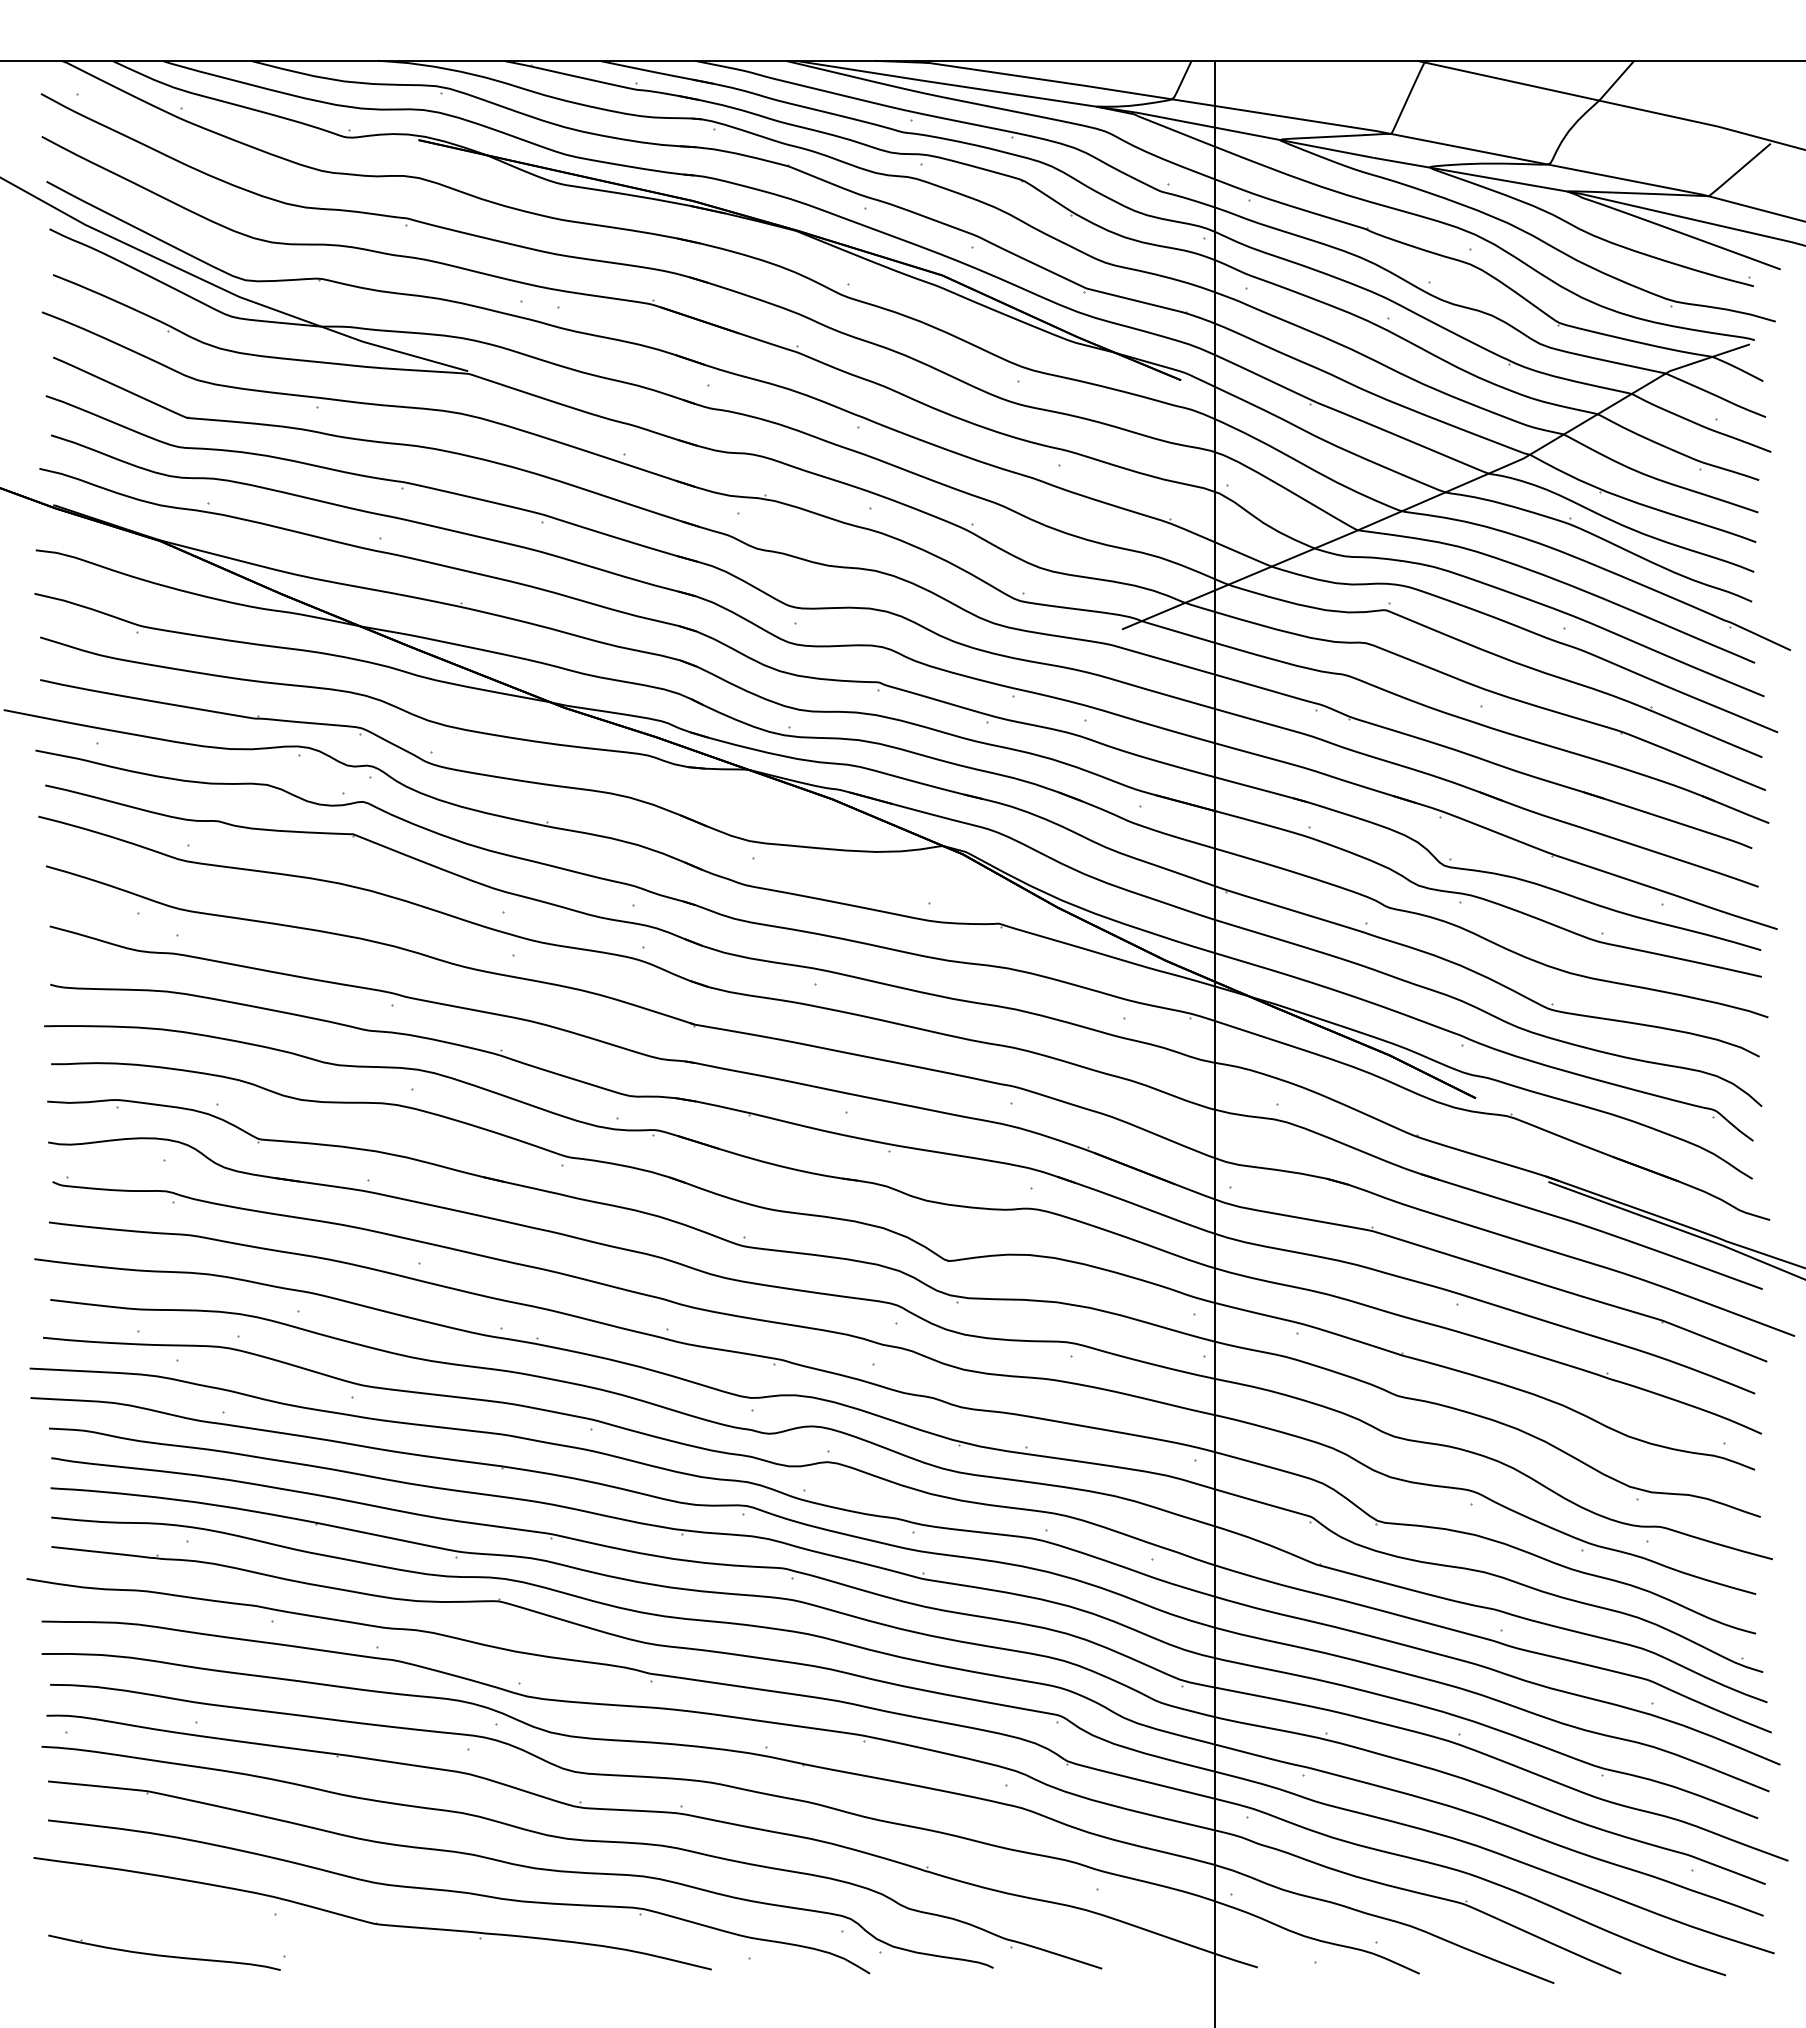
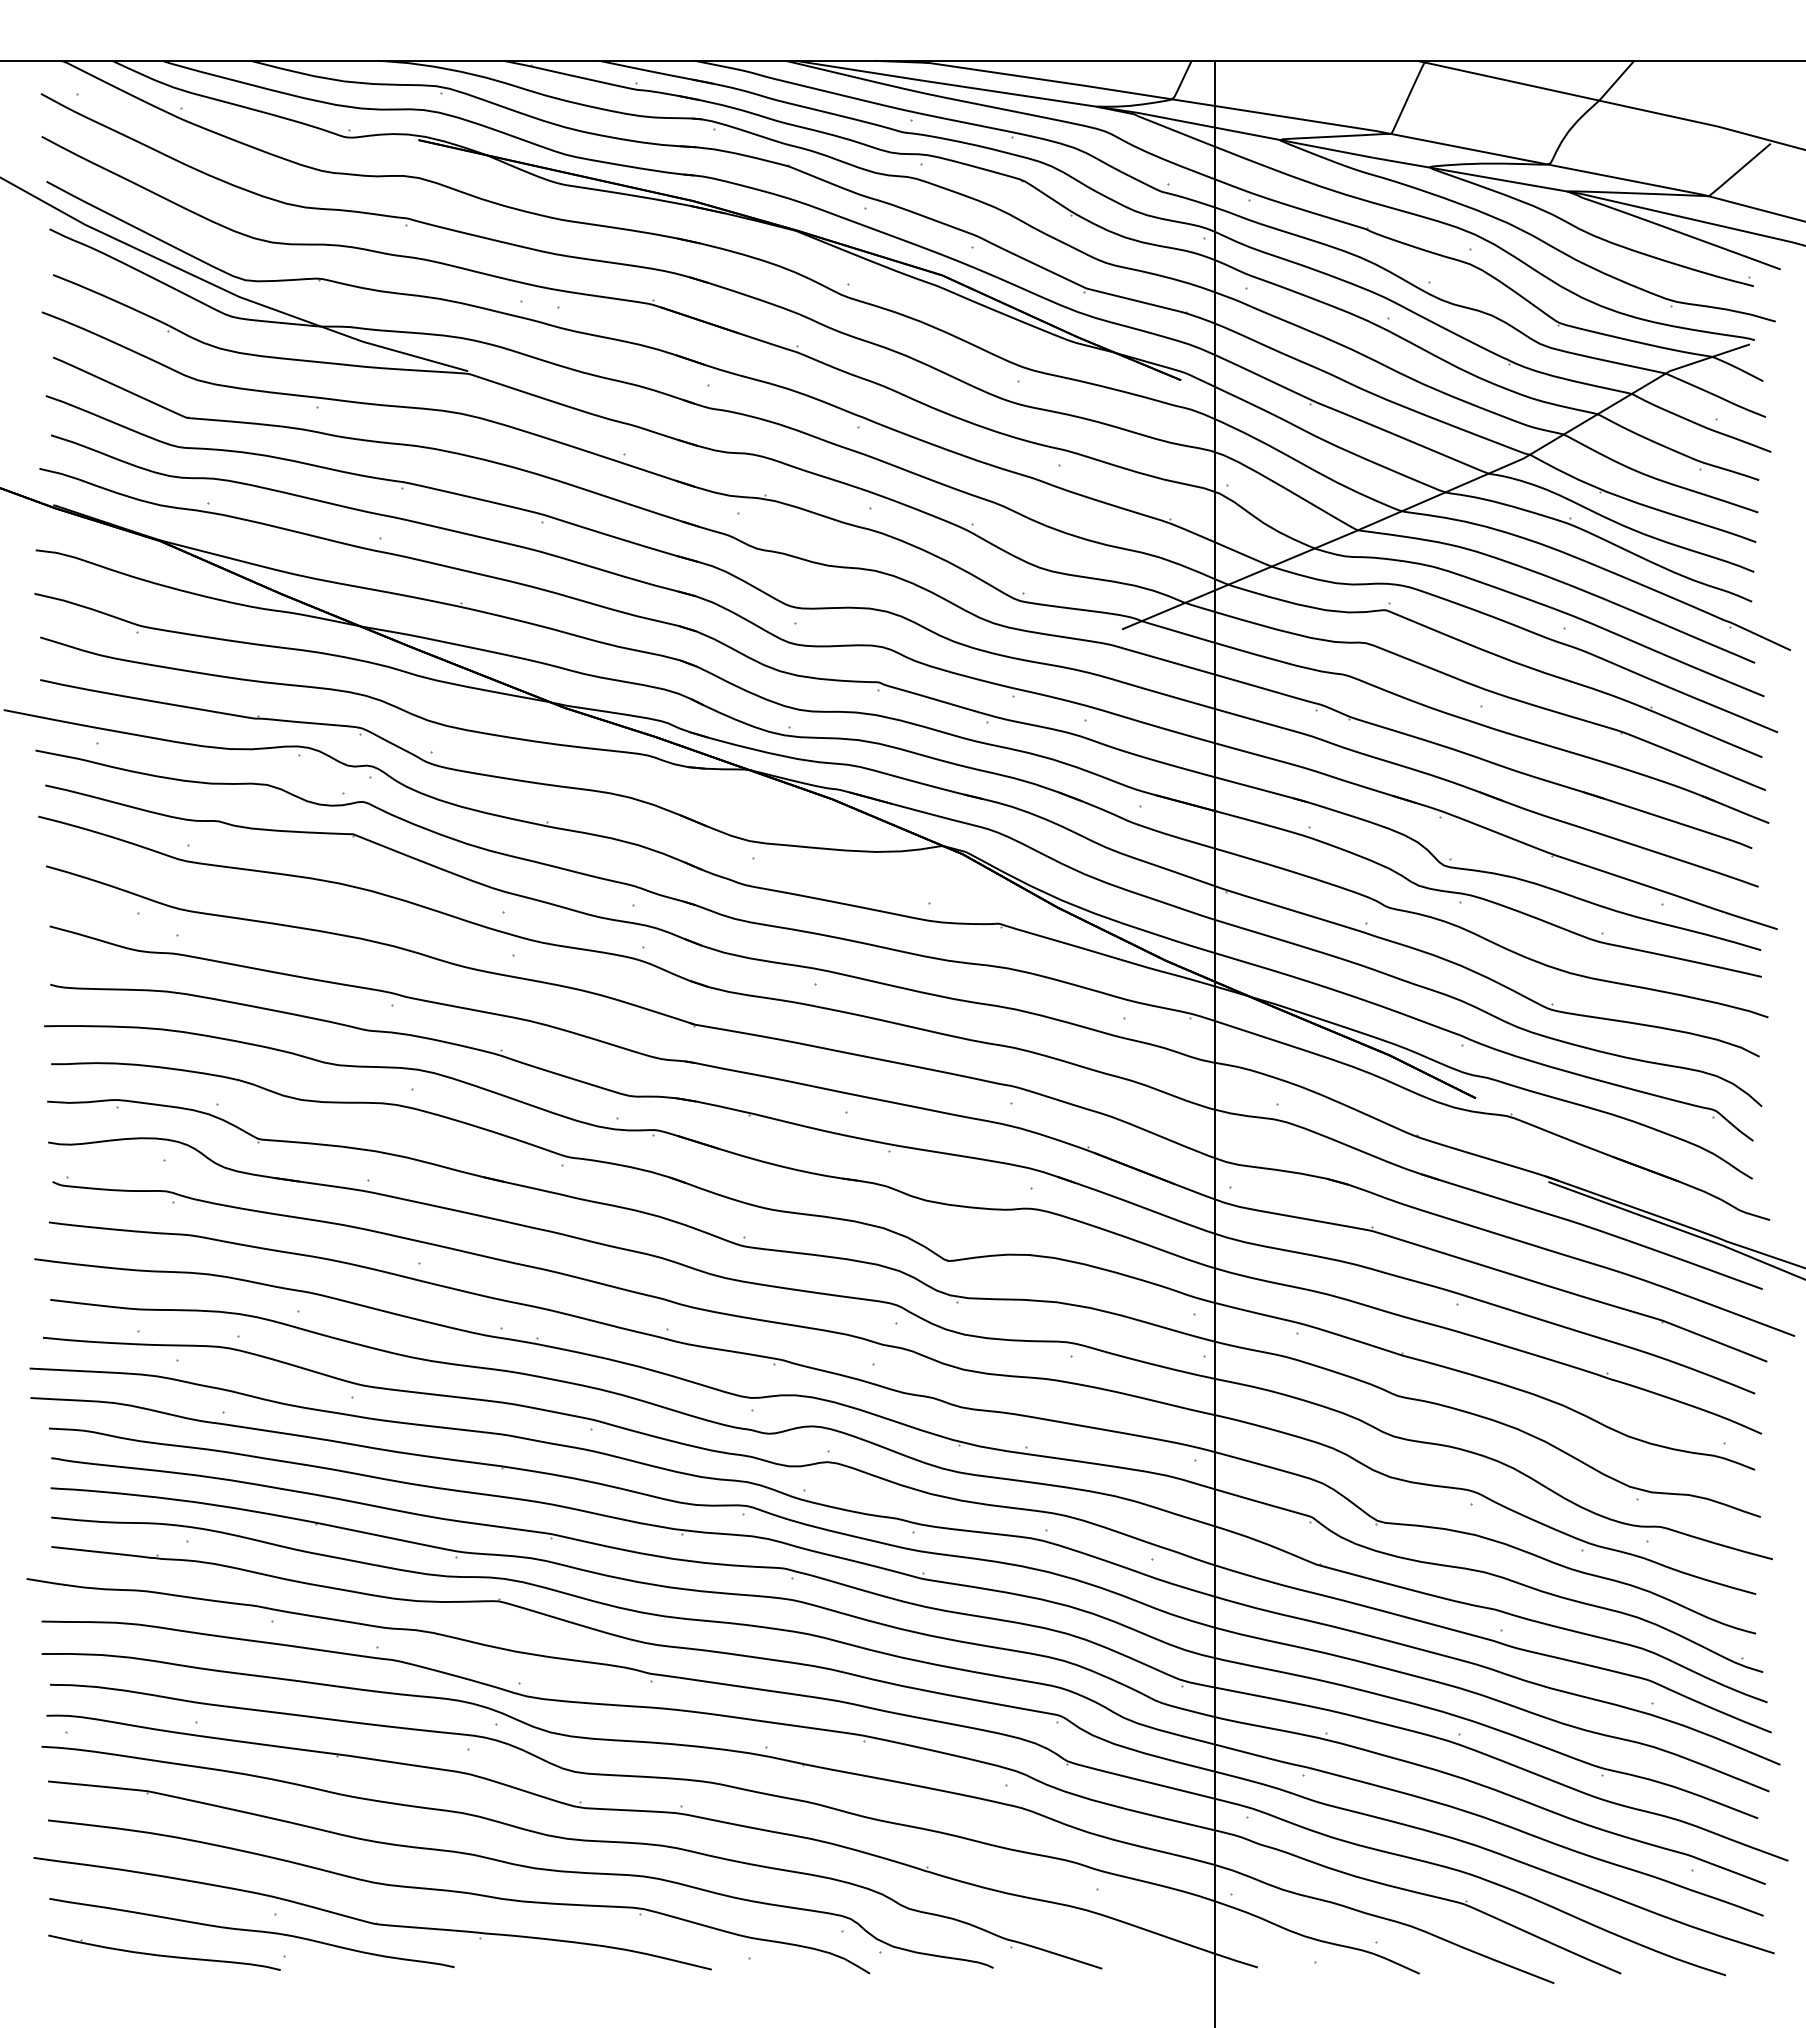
curve at (251, 1931): none -> present
